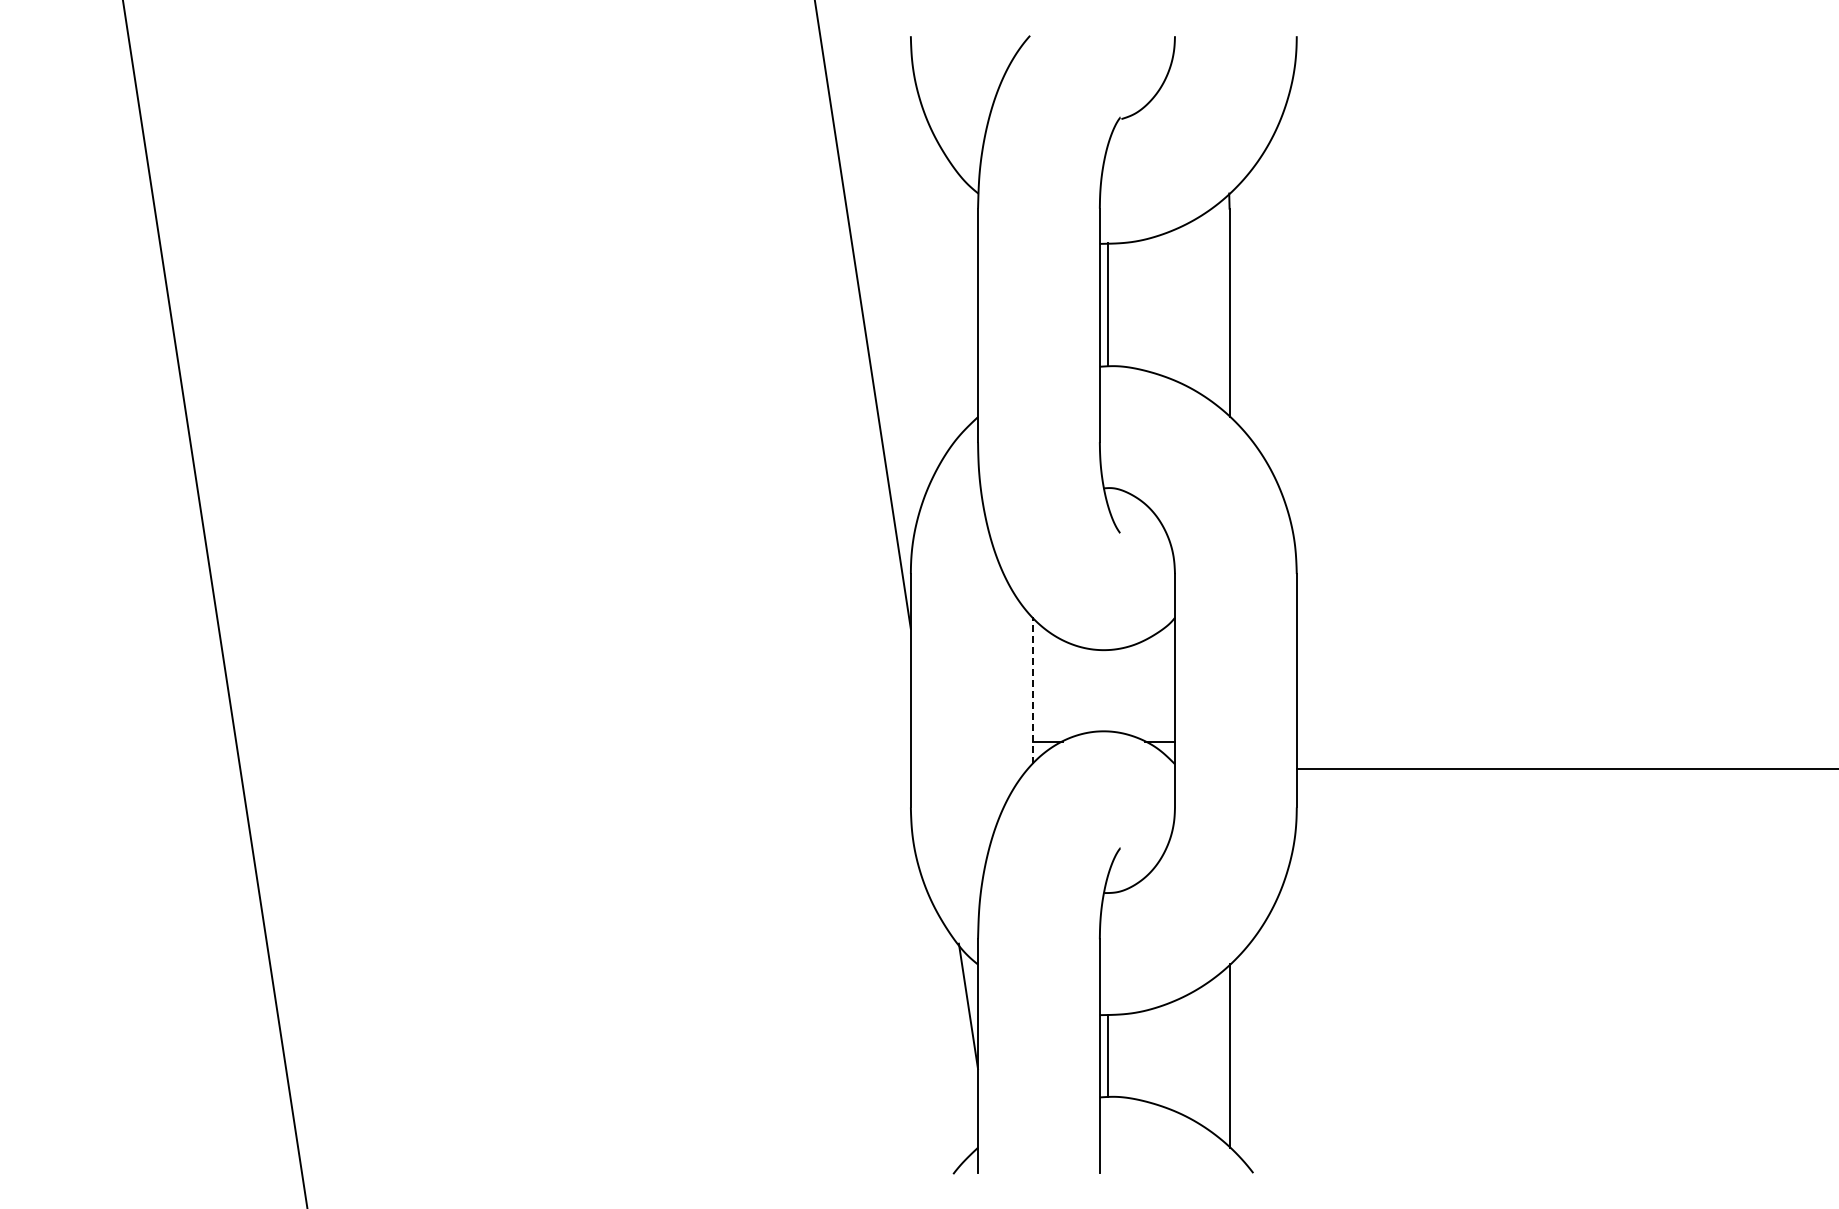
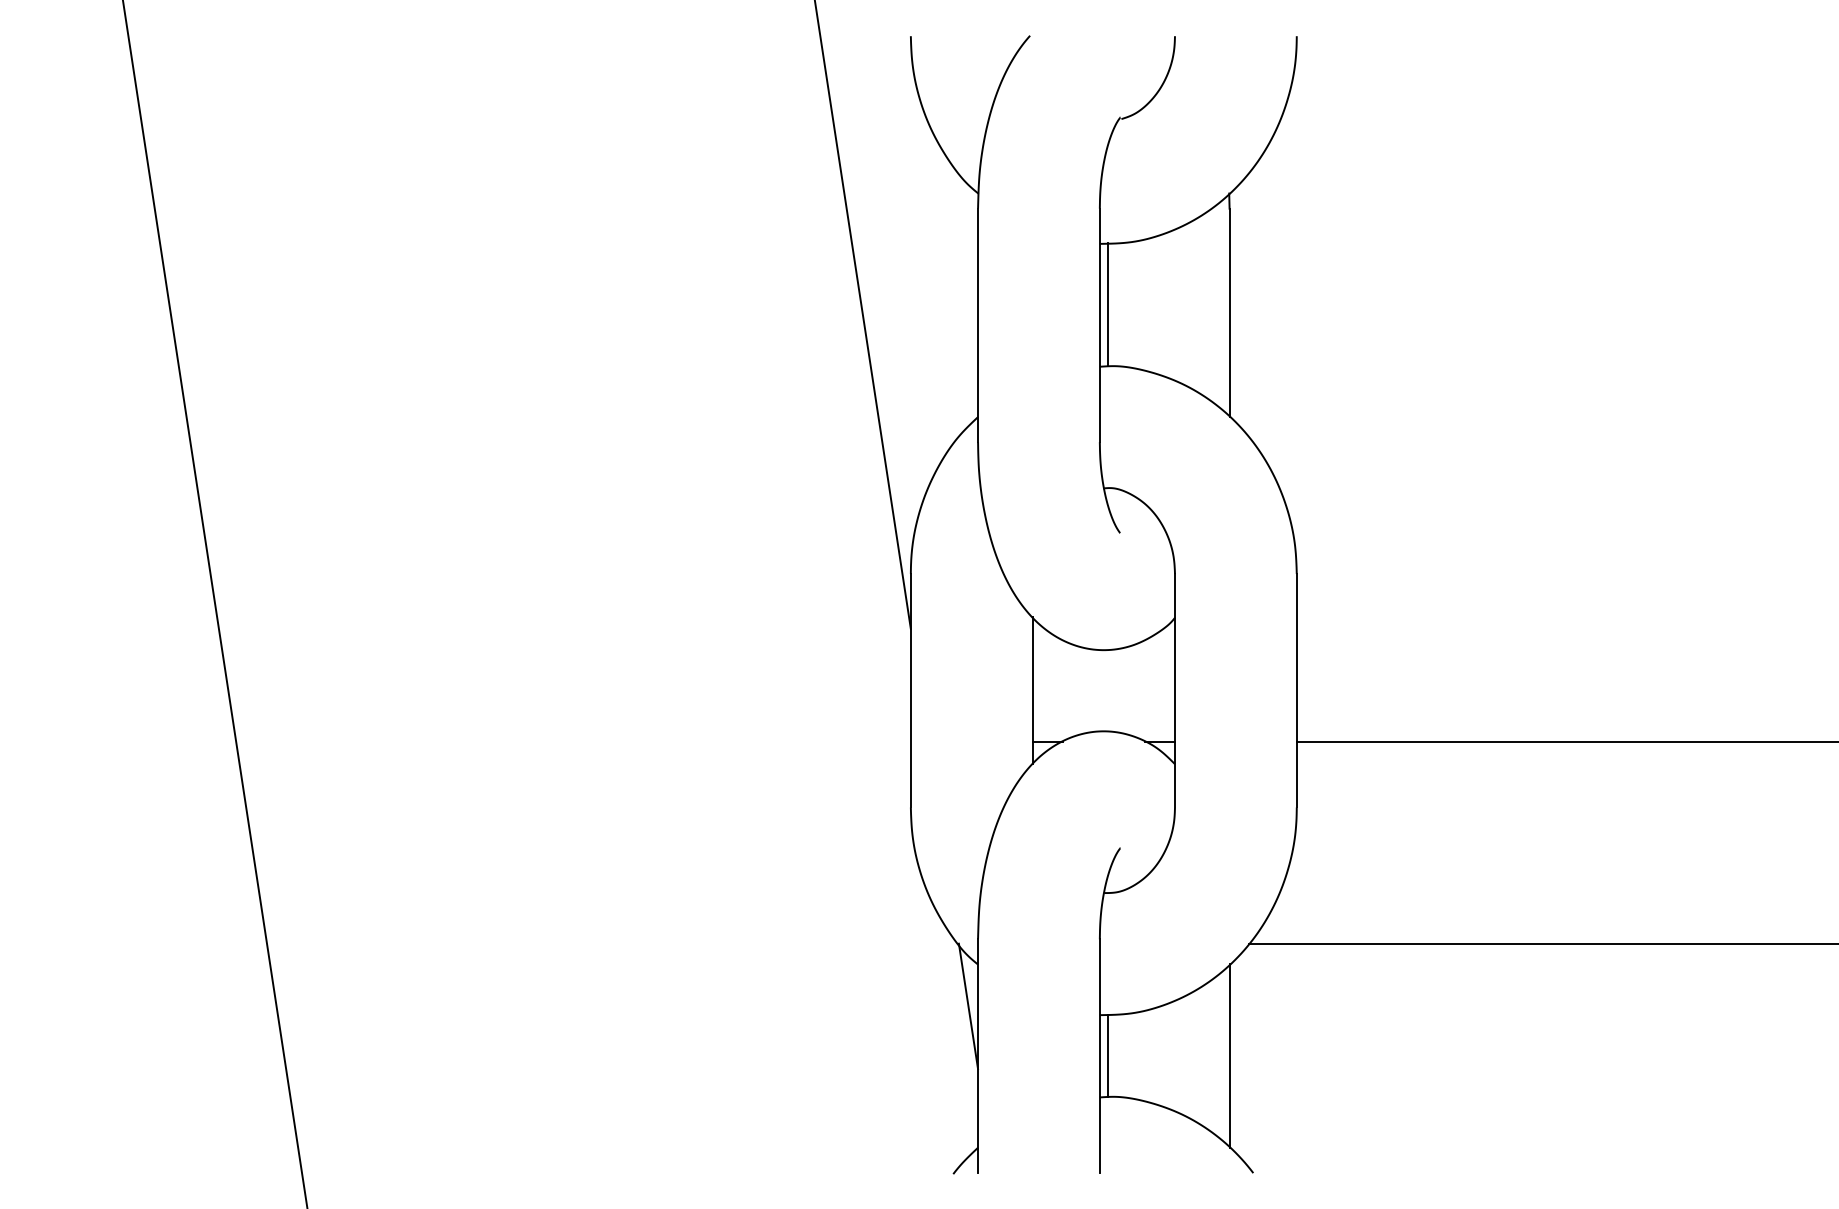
line at (1032, 690): dashed -> solid
line at (1565, 768) position: (1565, 768) -> (1565, 741)
line at (1541, 944): none -> present
